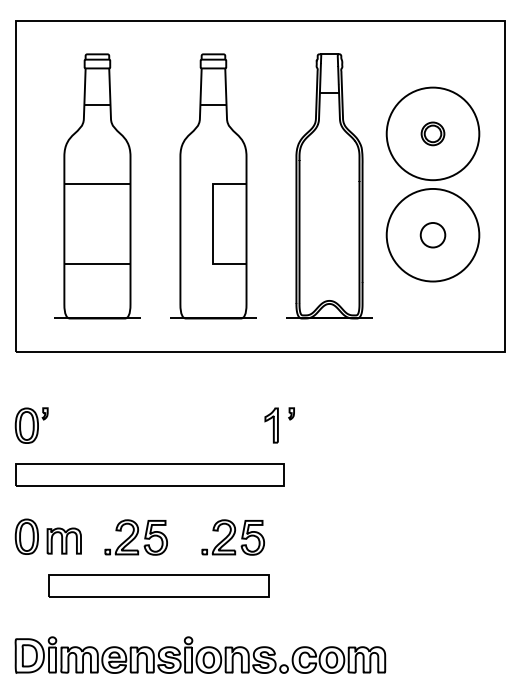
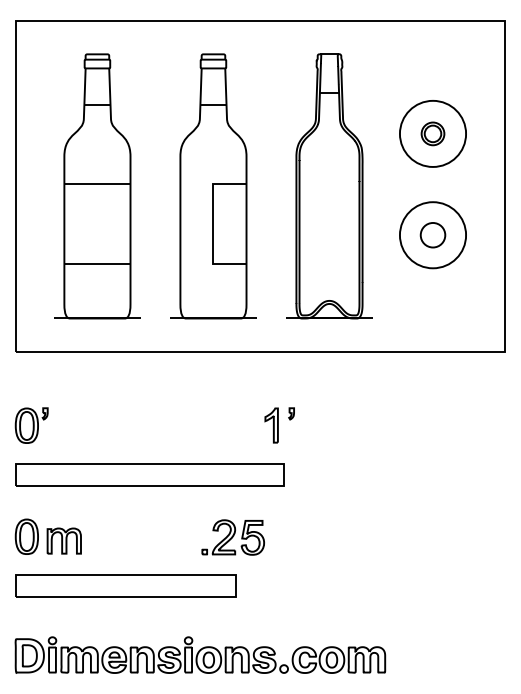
circle at (432, 133) diameter: 93 px -> 66 px
circle at (432, 234) diameter: 93 px -> 66 px
part at (135, 537): present -> none
part at (158, 585) position: (158, 585) -> (125, 585)
